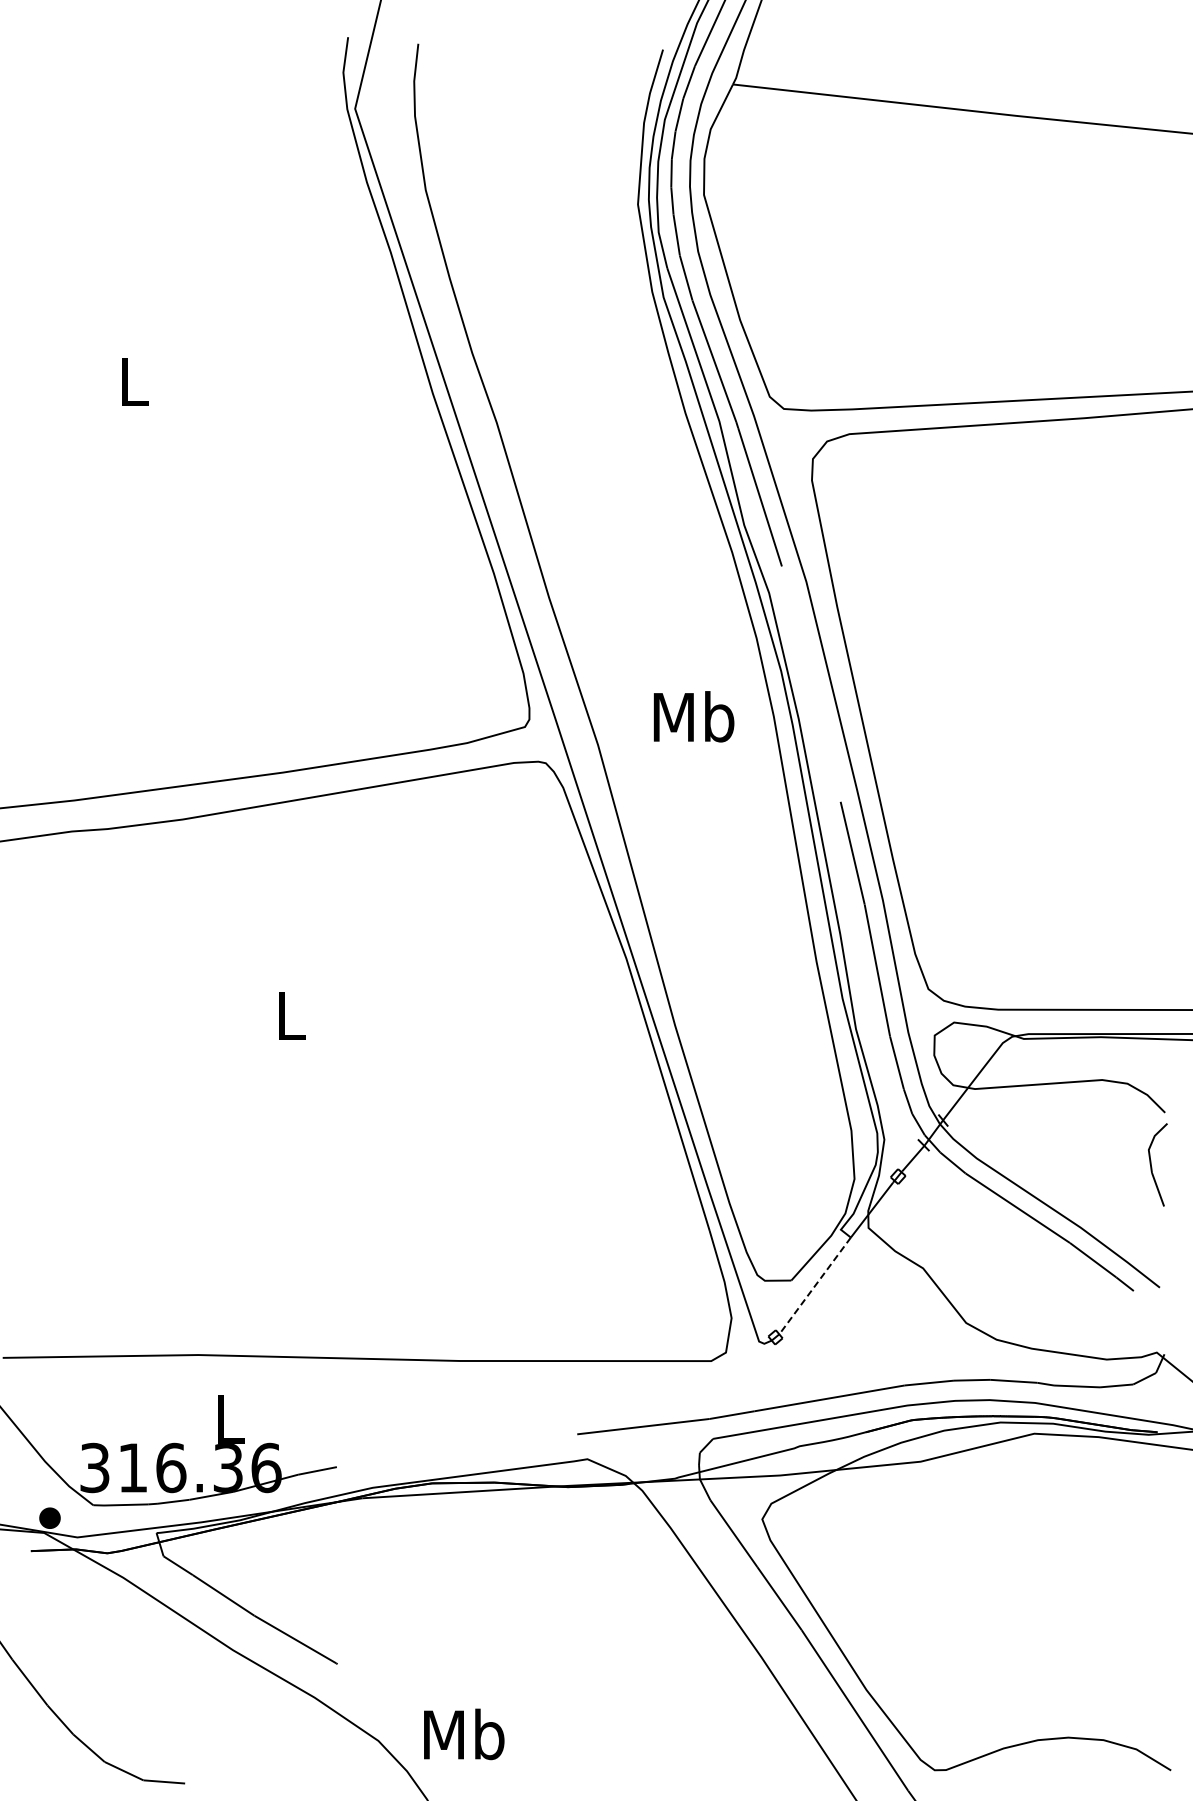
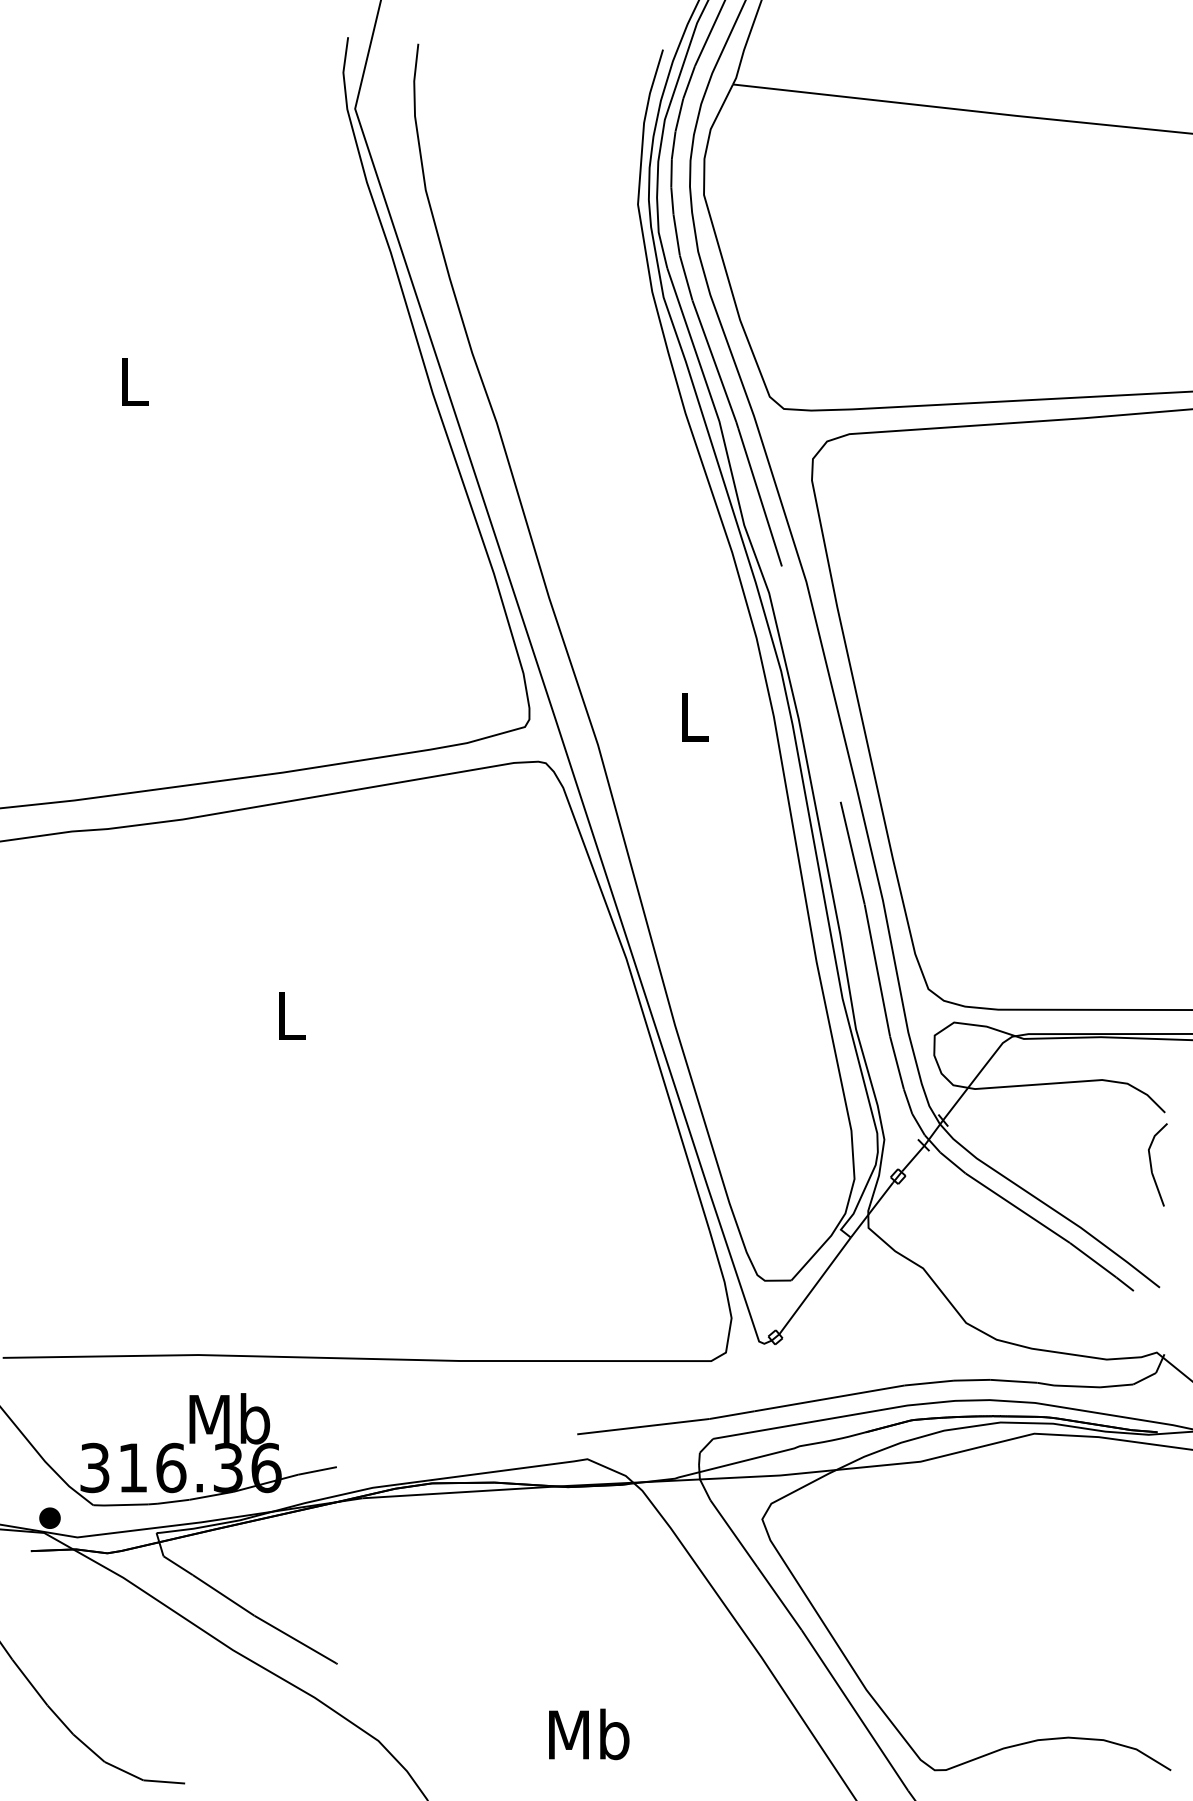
text at (693, 716): Mb -> L
line at (814, 1286): dashed -> solid
text at (229, 1418): L -> Mb
text at (464, 1734) position: (464, 1734) -> (589, 1734)
